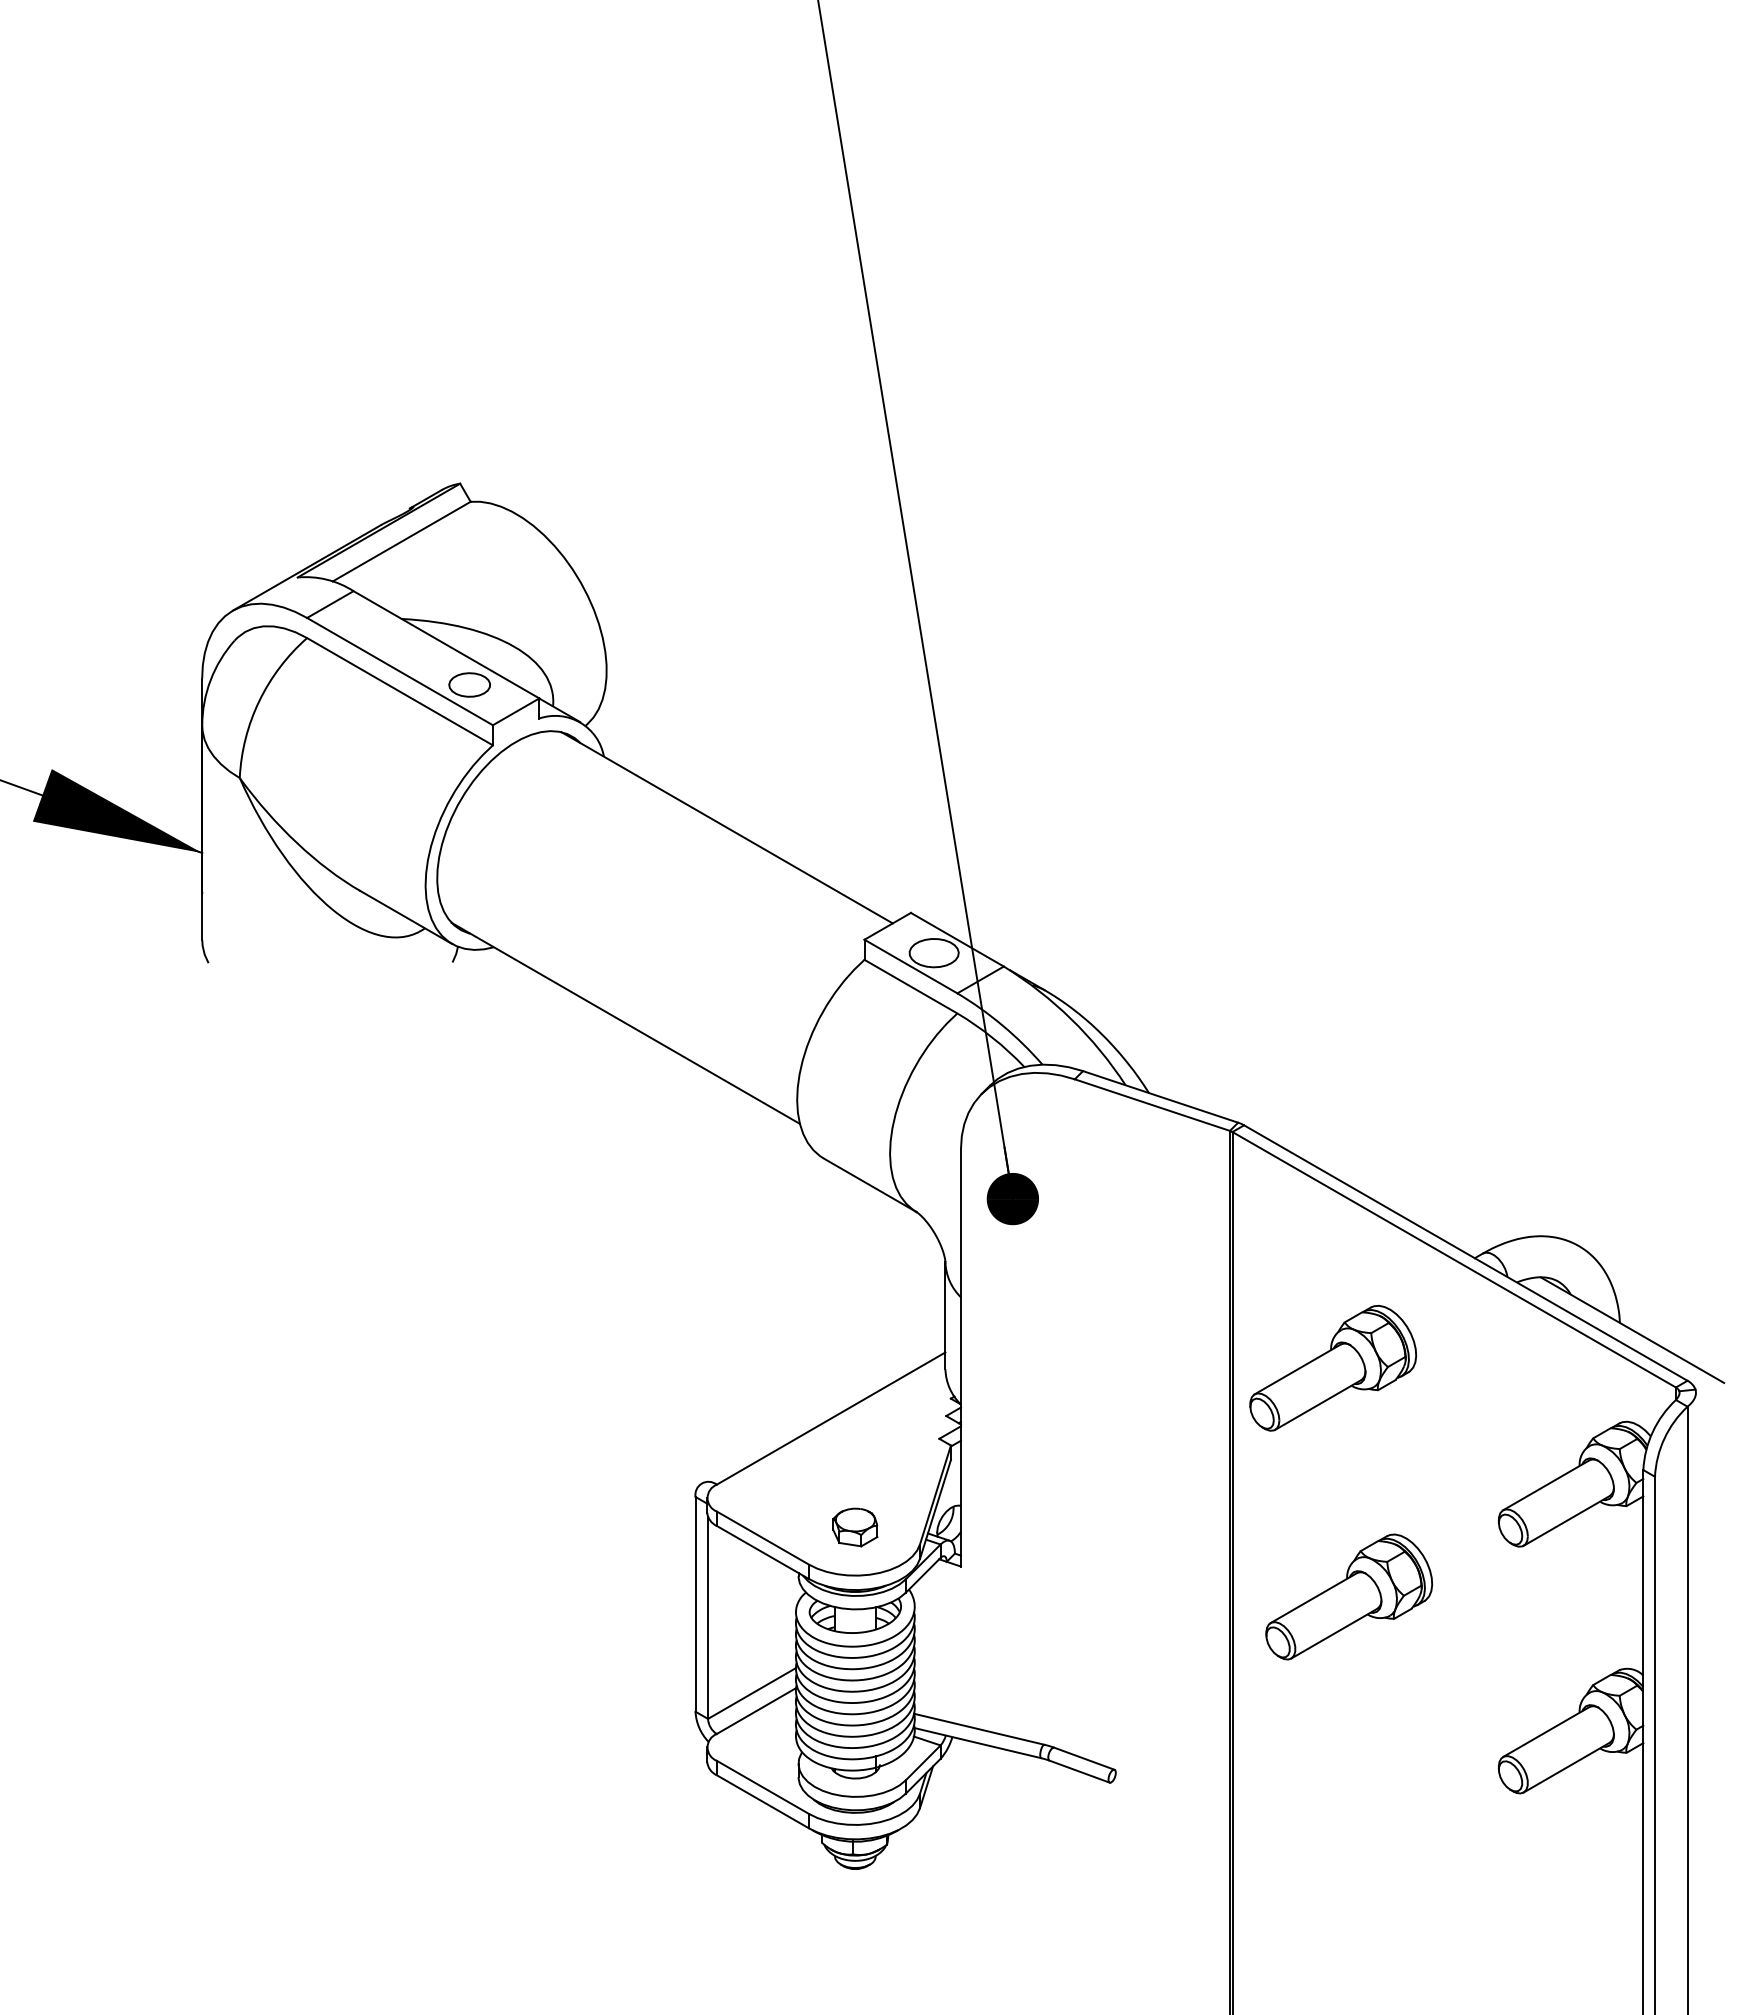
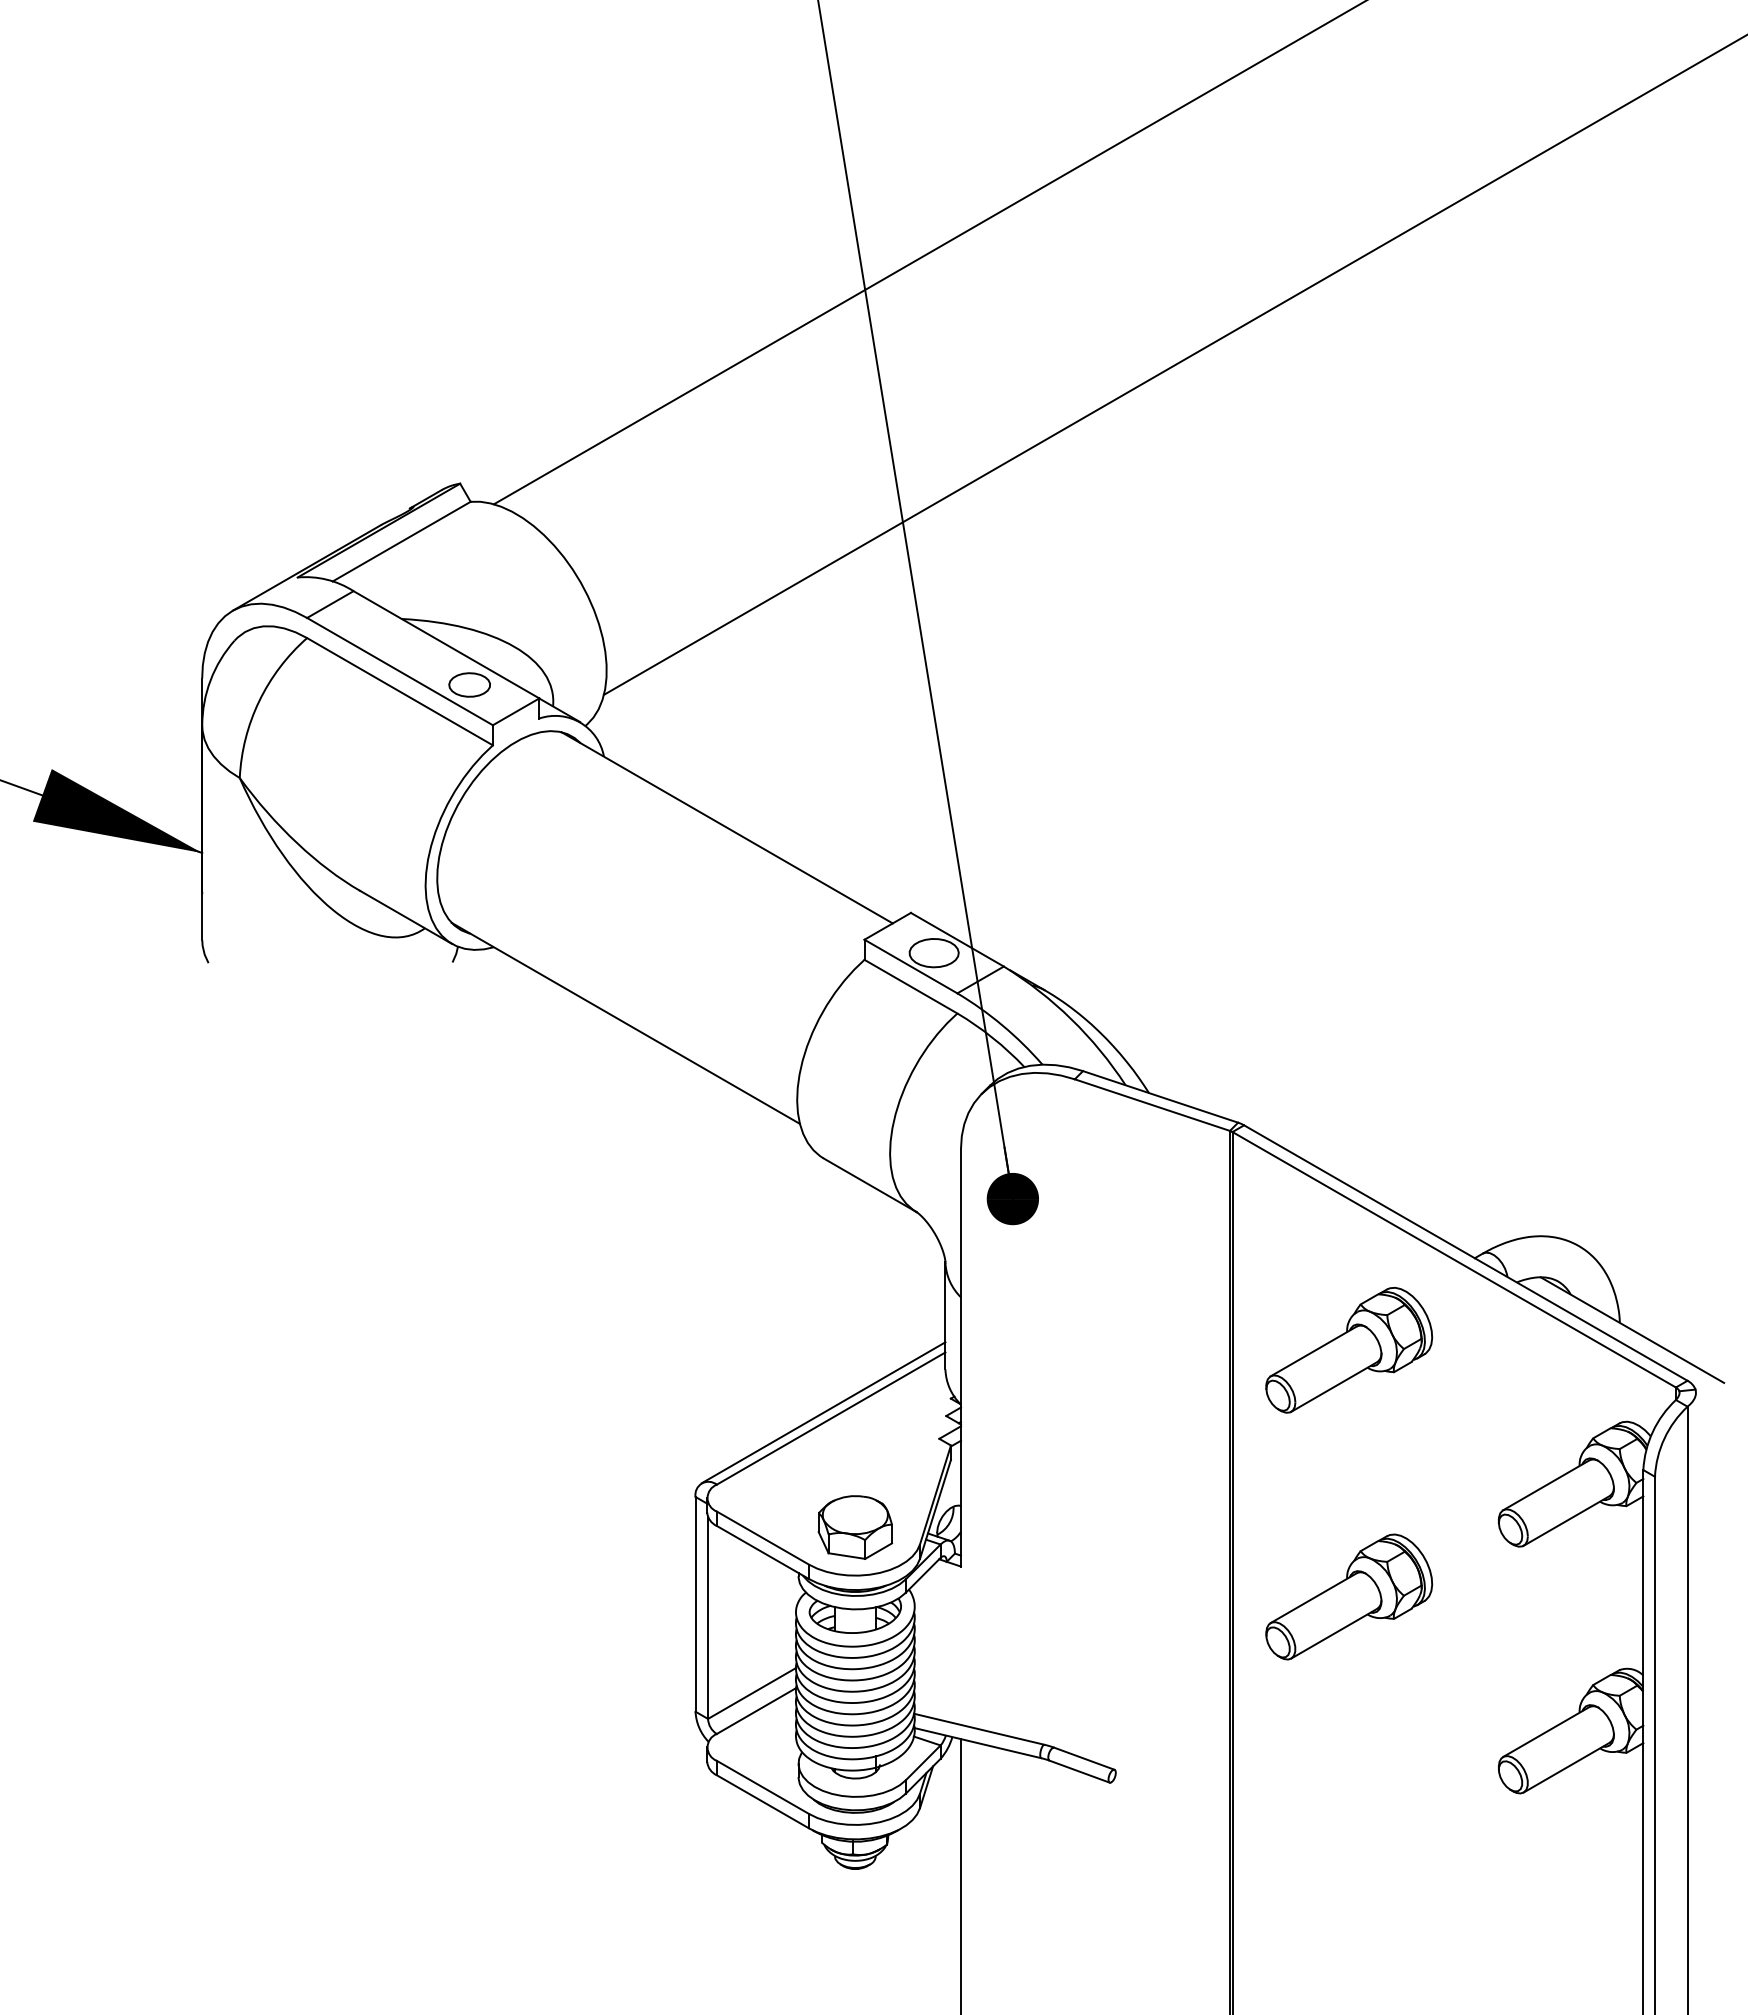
line at (928, 253): none -> present
line at (1173, 365): none -> present
part at (1333, 1368) position: (1333, 1368) -> (1349, 1350)
line at (823, 1412): none -> present
part at (855, 1527) size: 47x41 px -> 77x65 px
line at (961, 1875): none -> present
